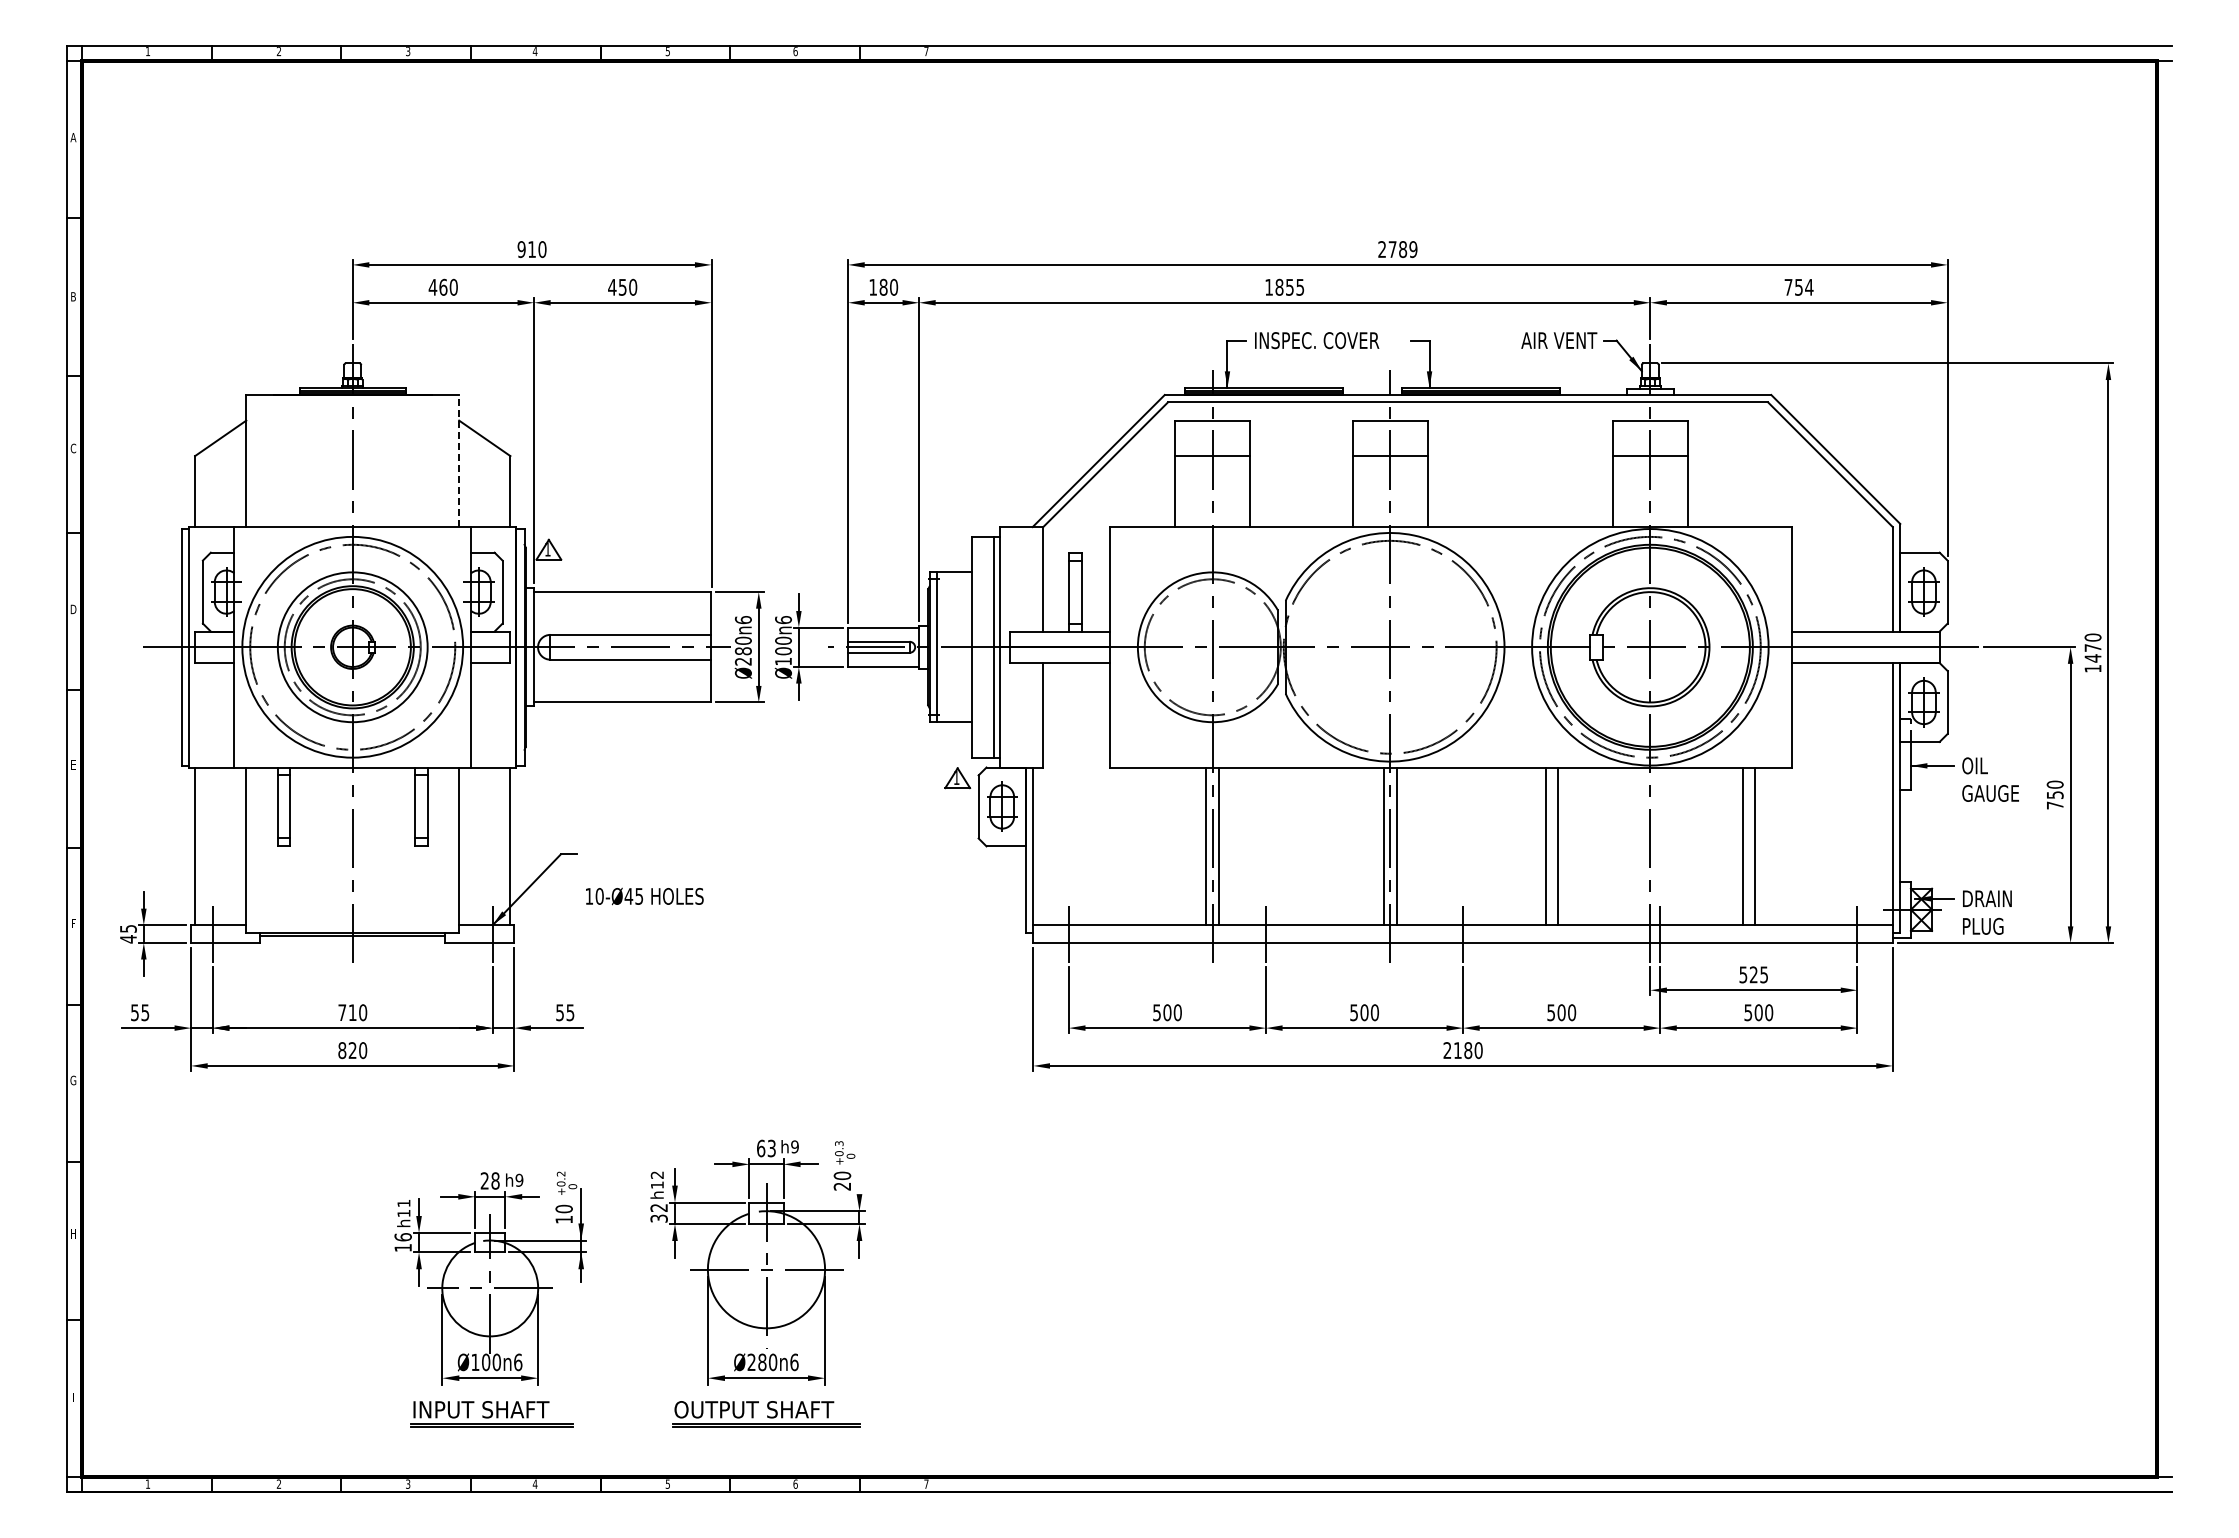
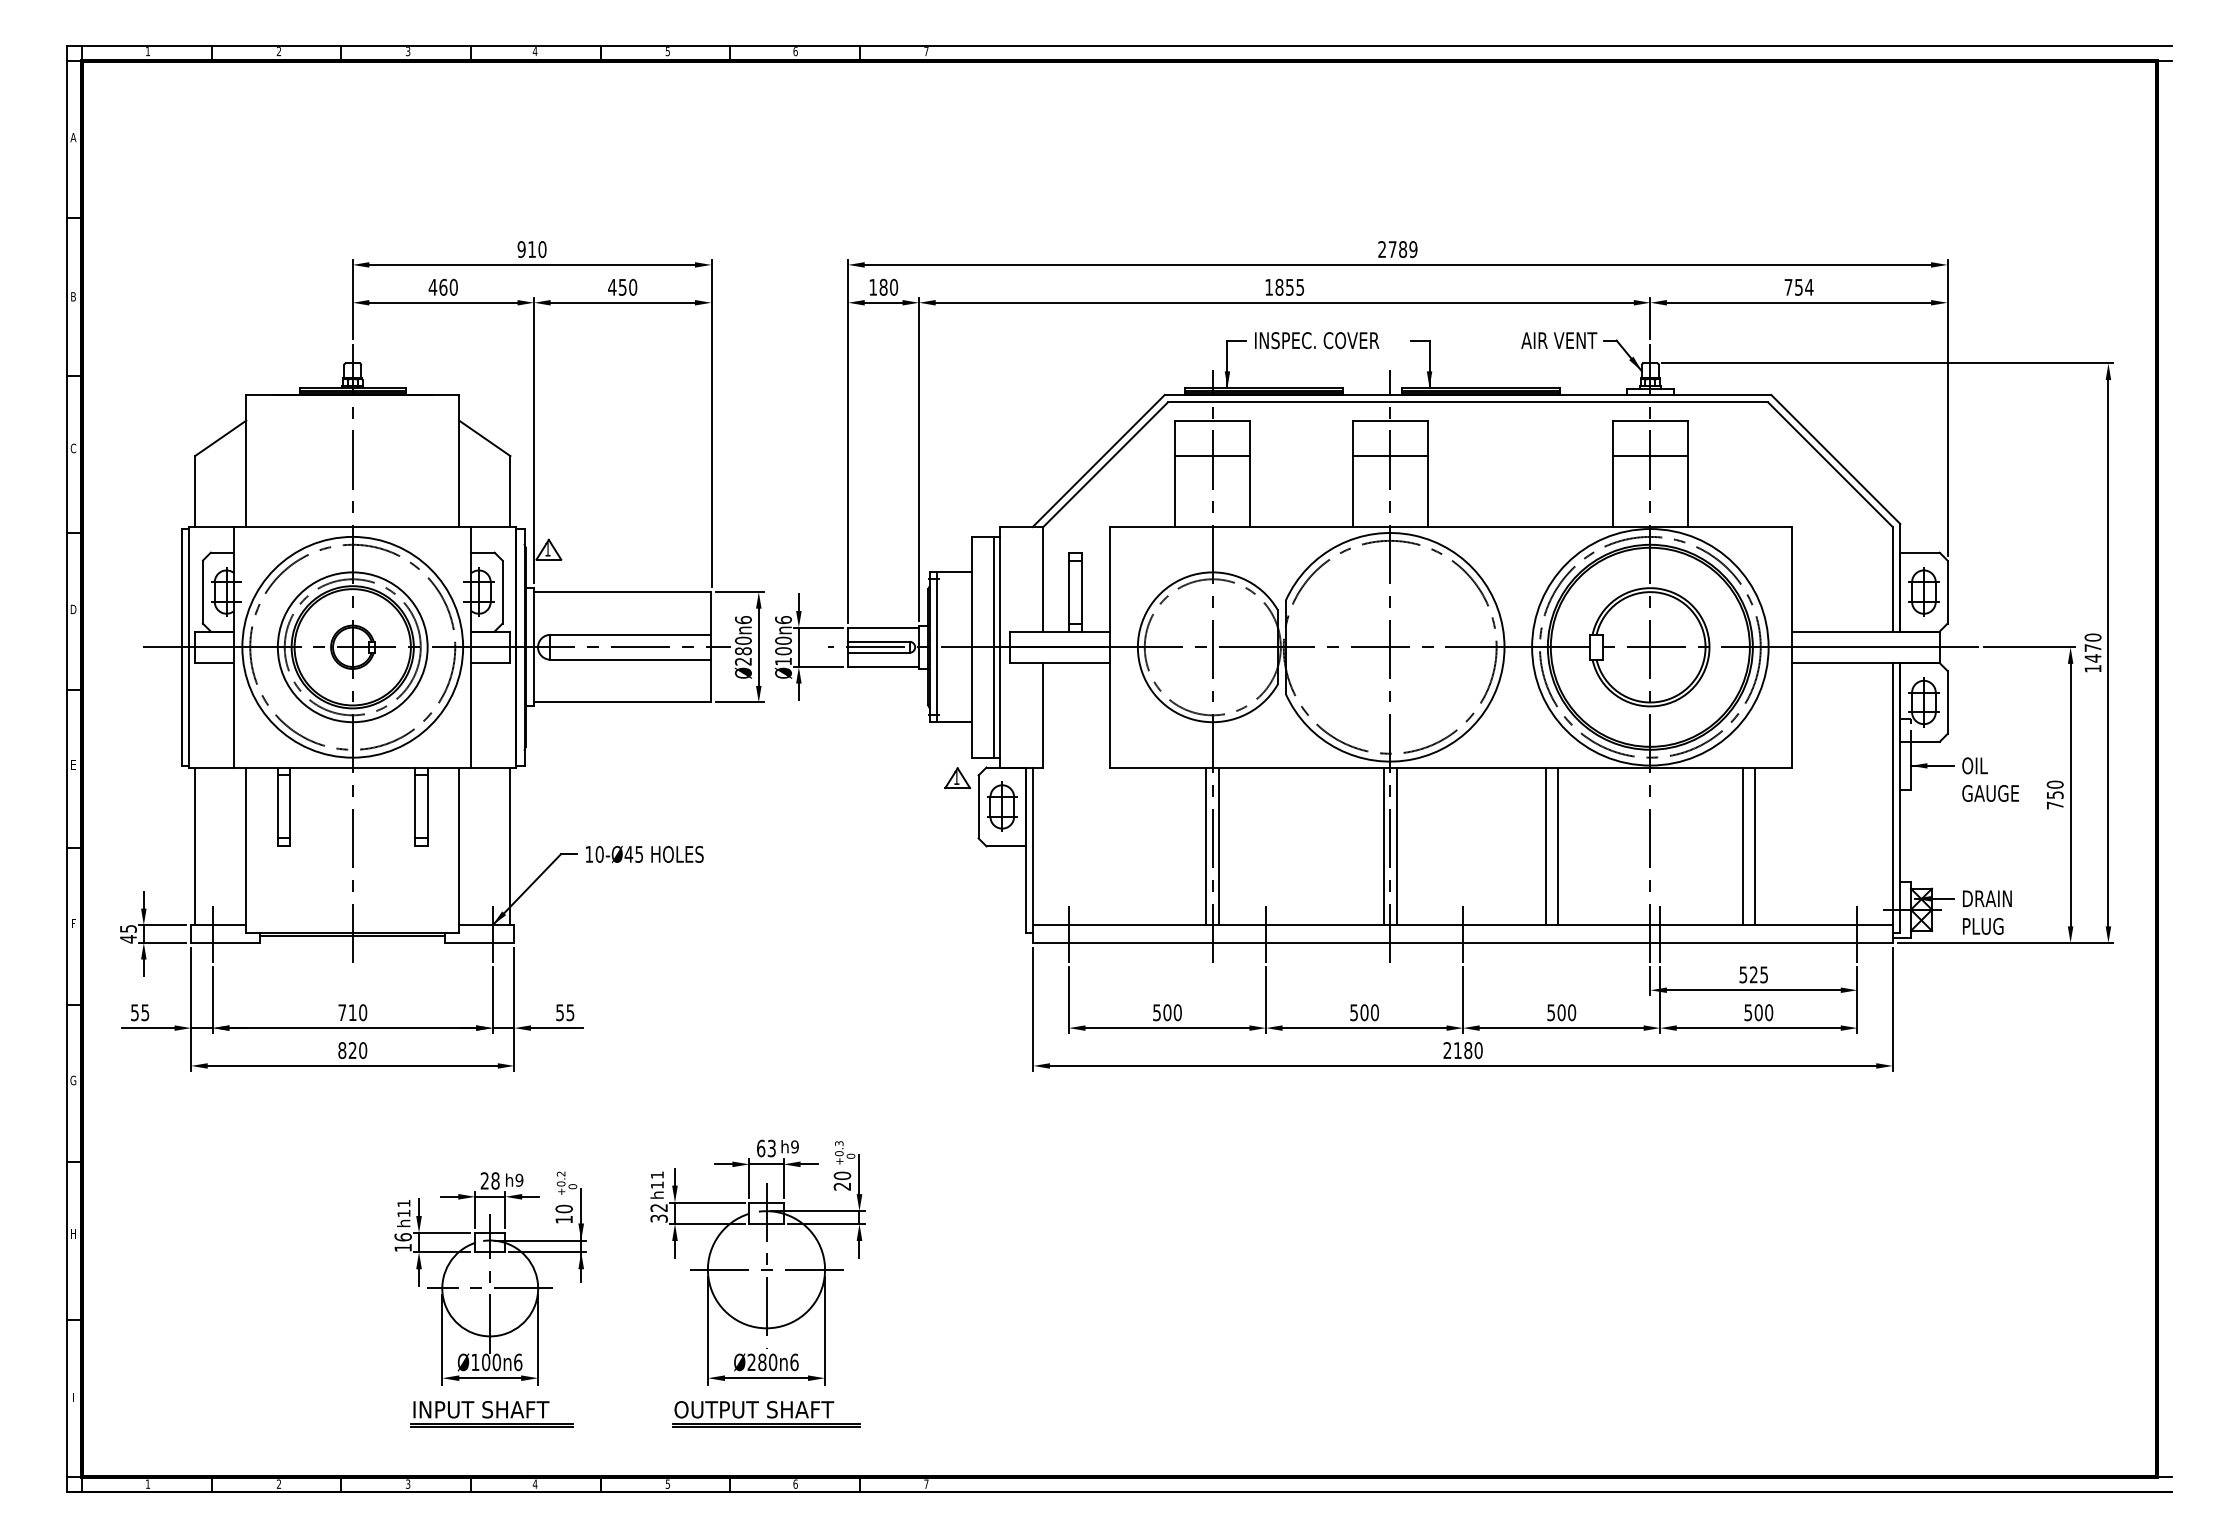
line at (459, 460): dashed -> solid
text at (644, 896) position: (644, 896) -> (644, 854)
text at (656, 1174): h12 -> h11
line at (859, 1174): none -> present
